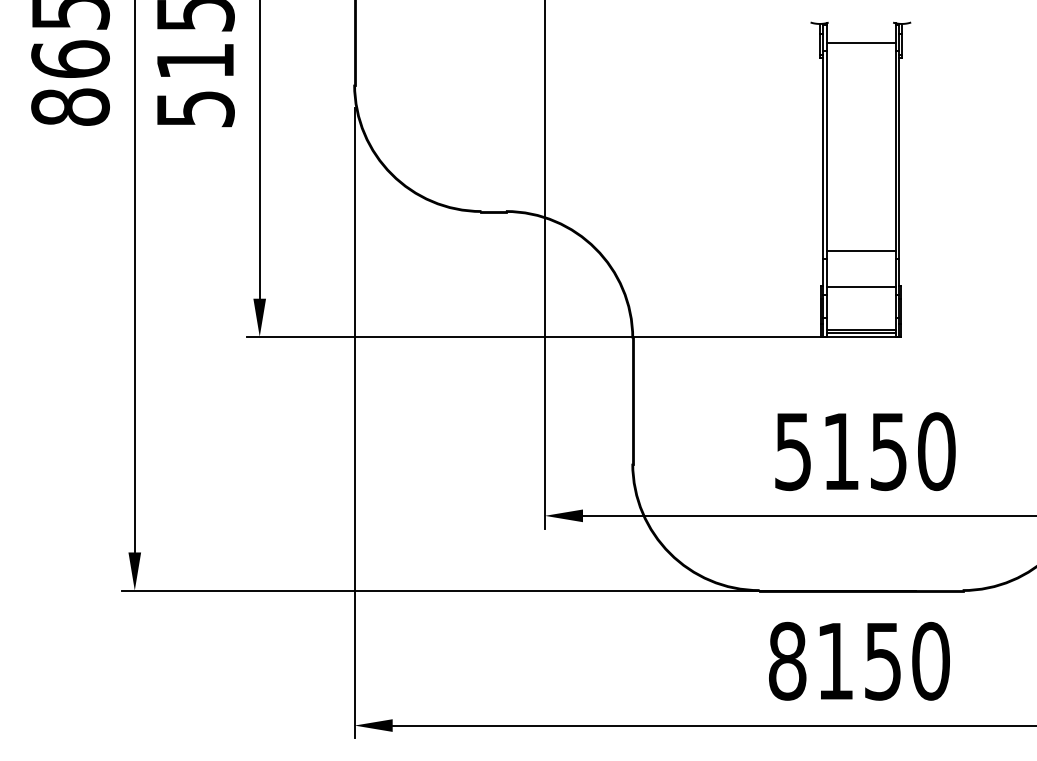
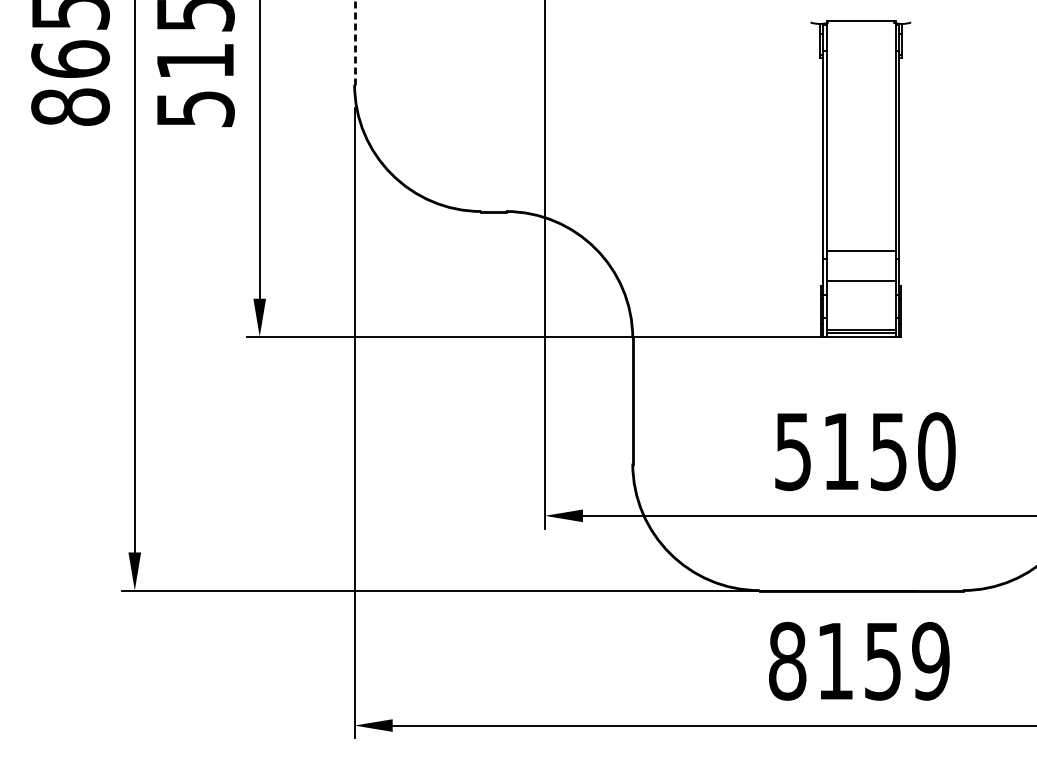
line at (354, 42): solid -> dashed
line at (860, 42) position: (860, 42) -> (860, 20)
line at (860, 286) position: (860, 286) -> (860, 280)
text at (930, 661): 8150 -> 8159
